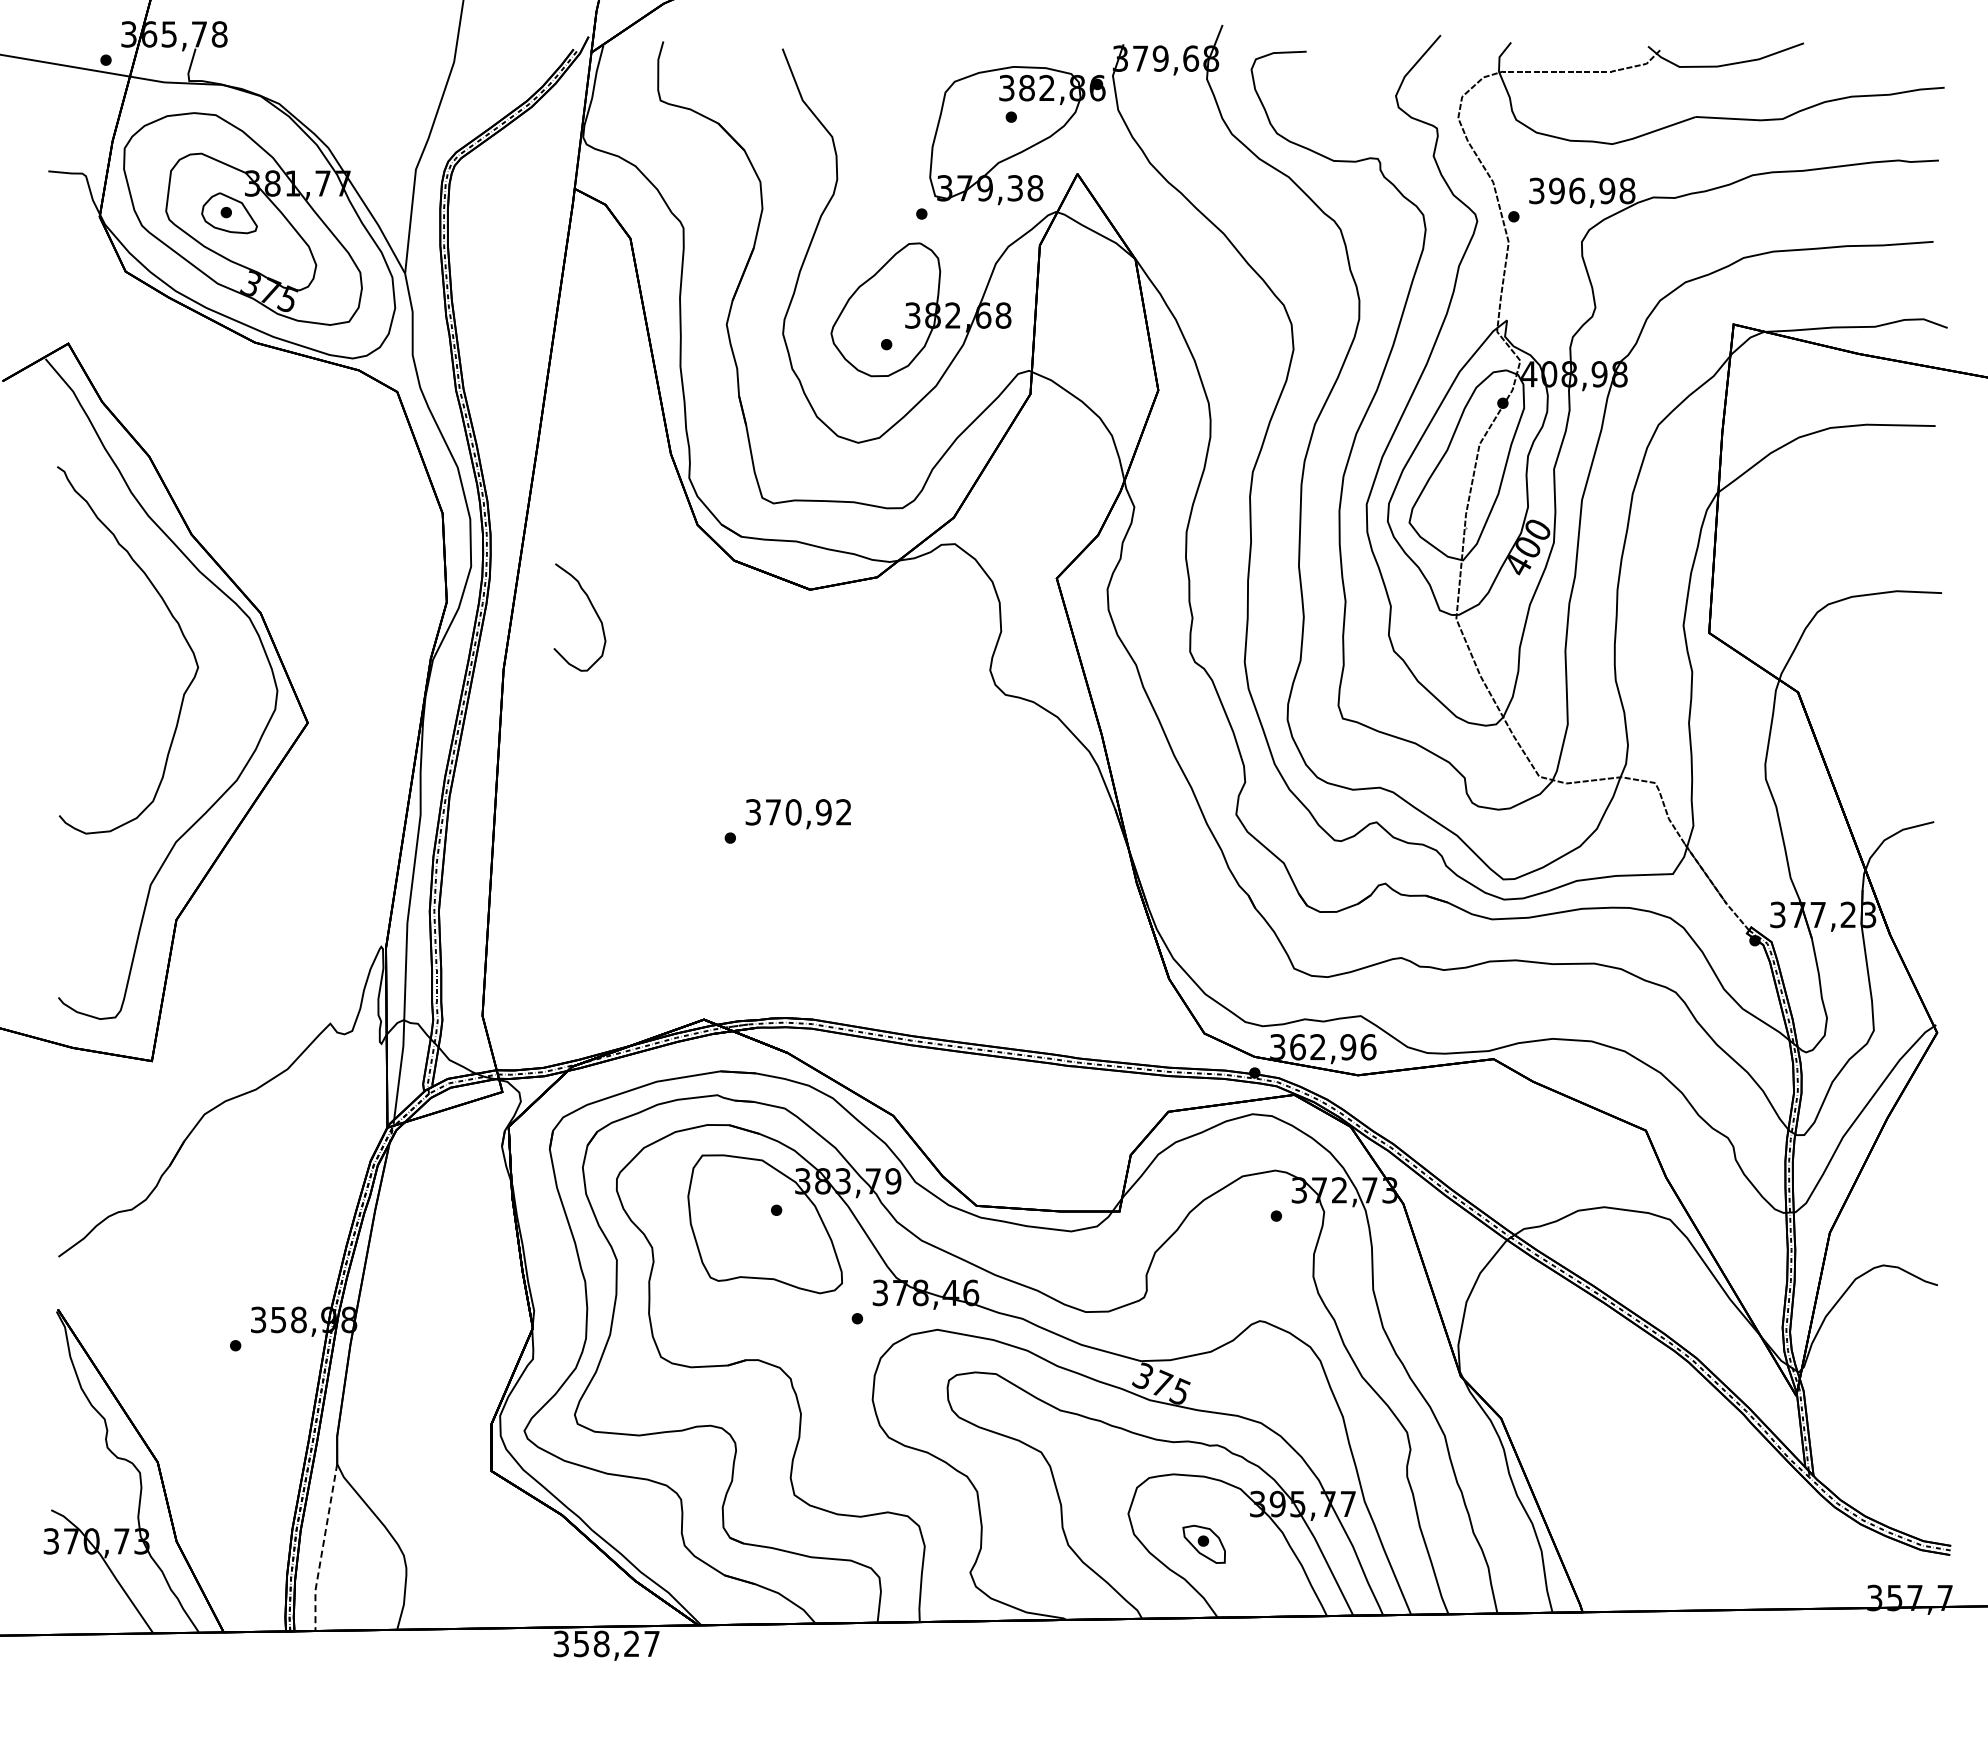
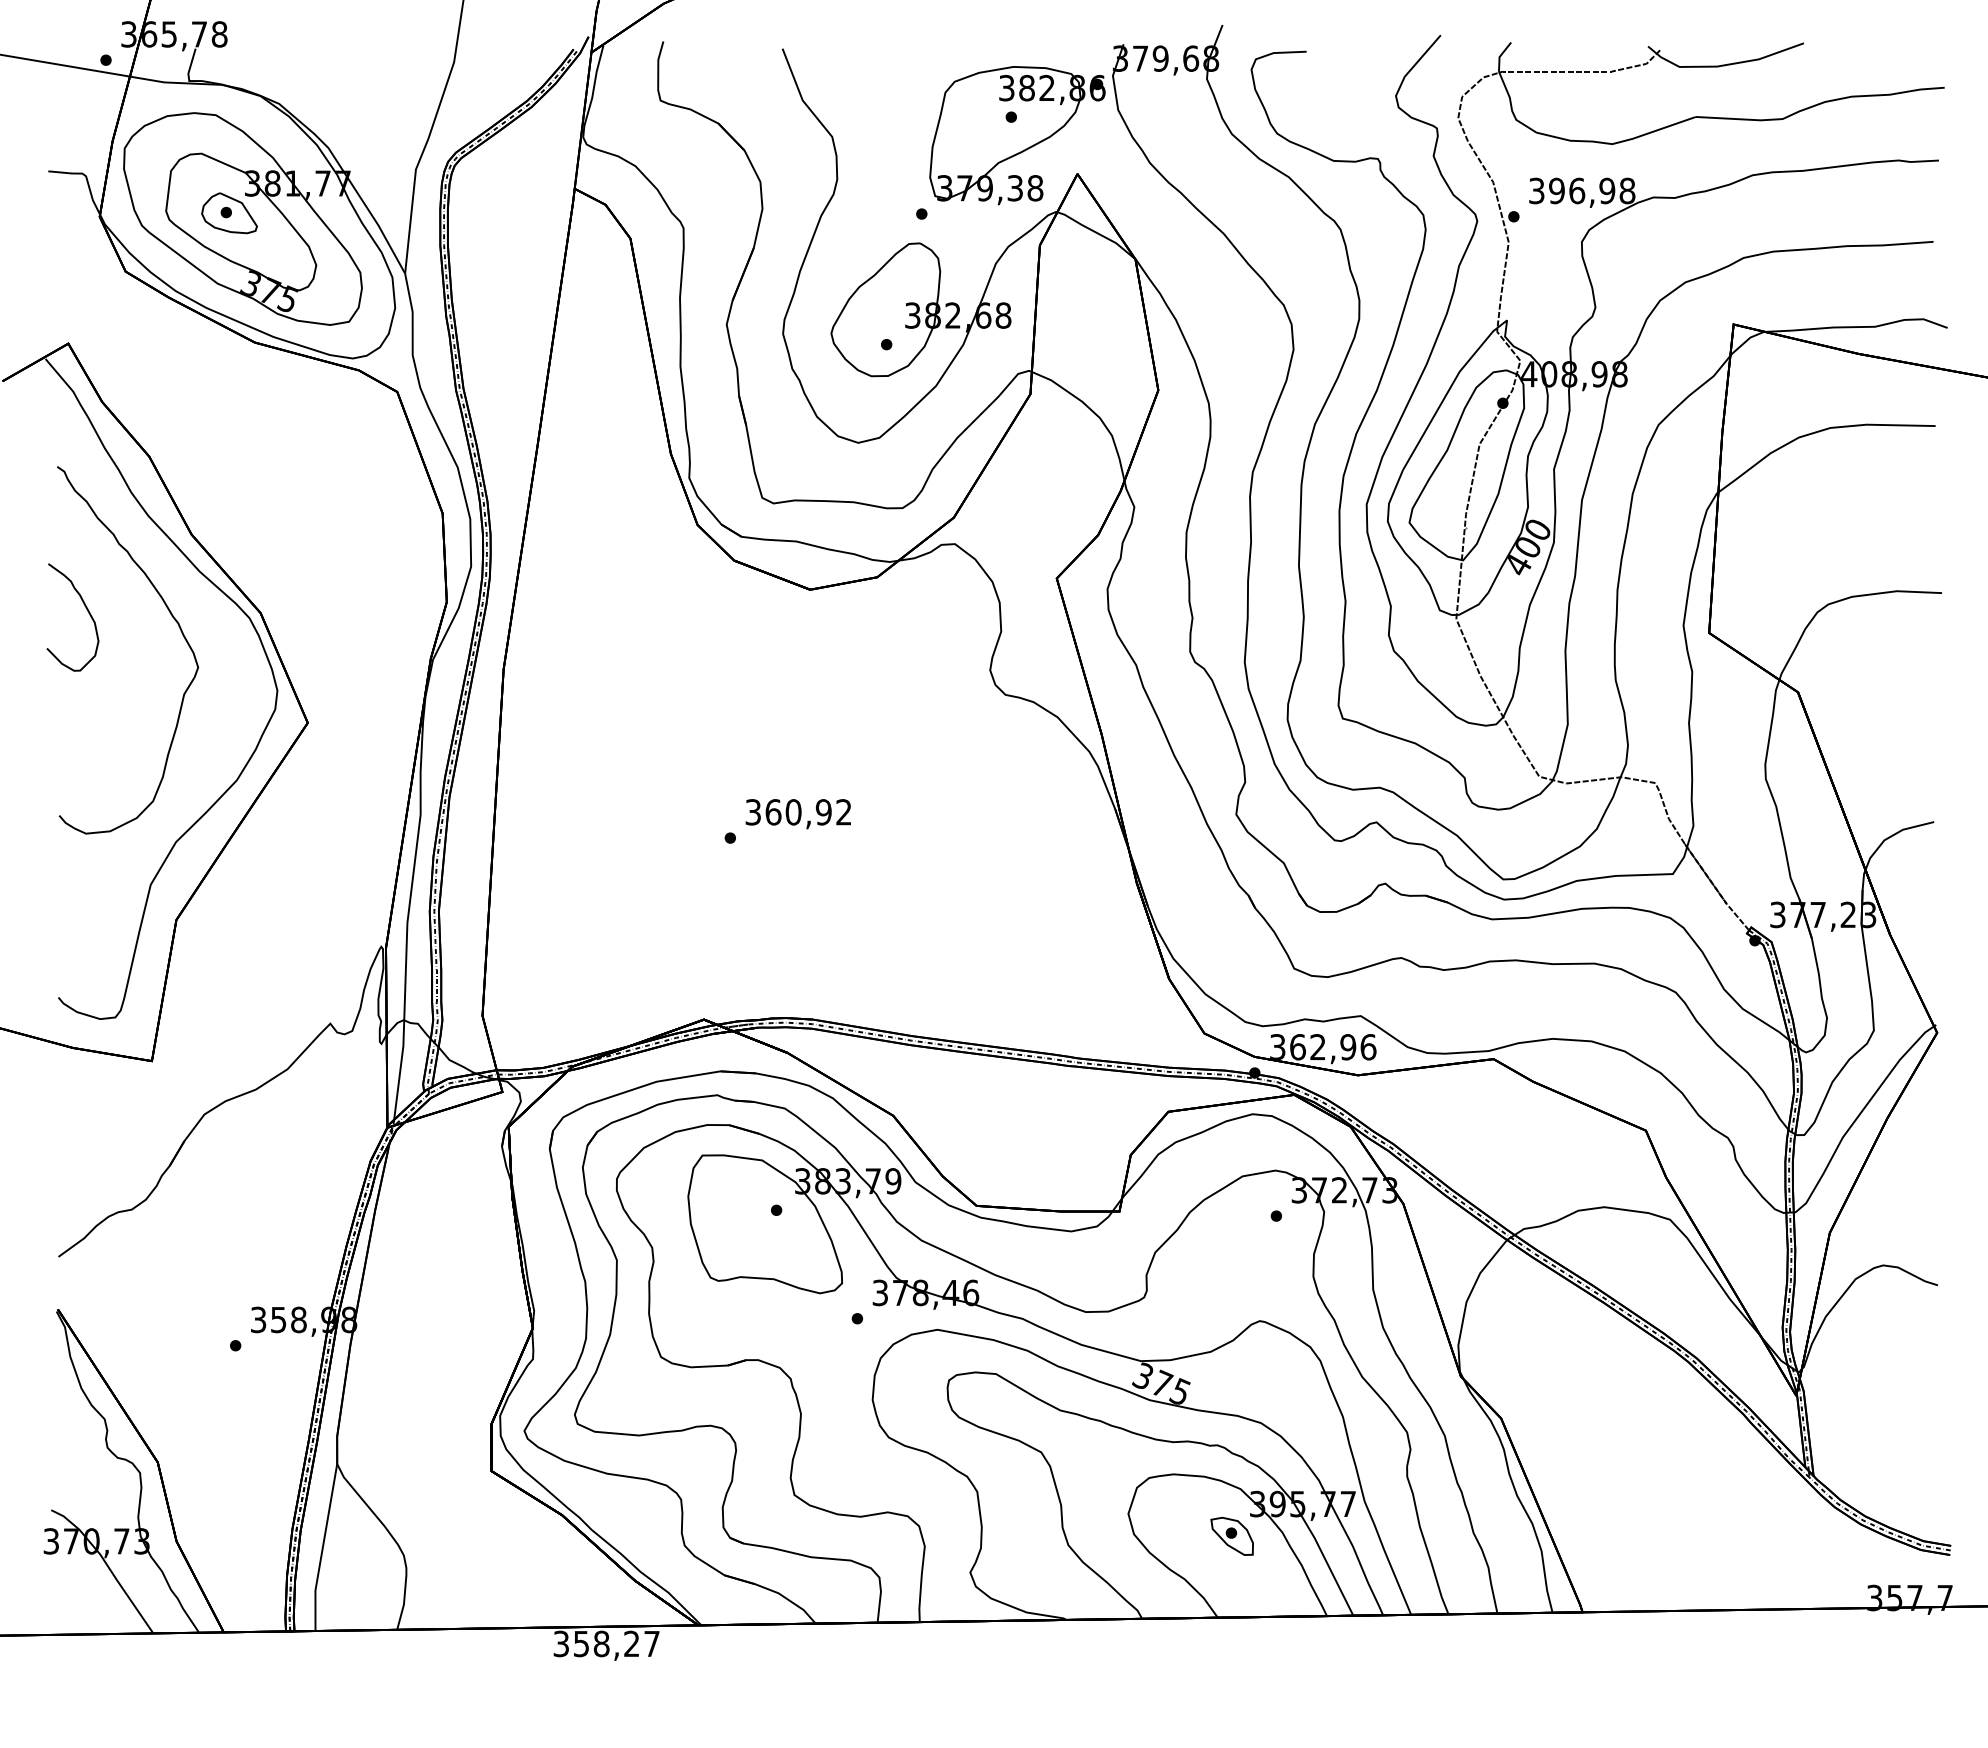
curve at (593, 609) position: (593, 609) -> (86, 609)
text at (773, 812): 370,92 -> 360,92
part at (1203, 1543) position: (1203, 1543) -> (1231, 1535)
line at (322, 1548): dashed -> solid
